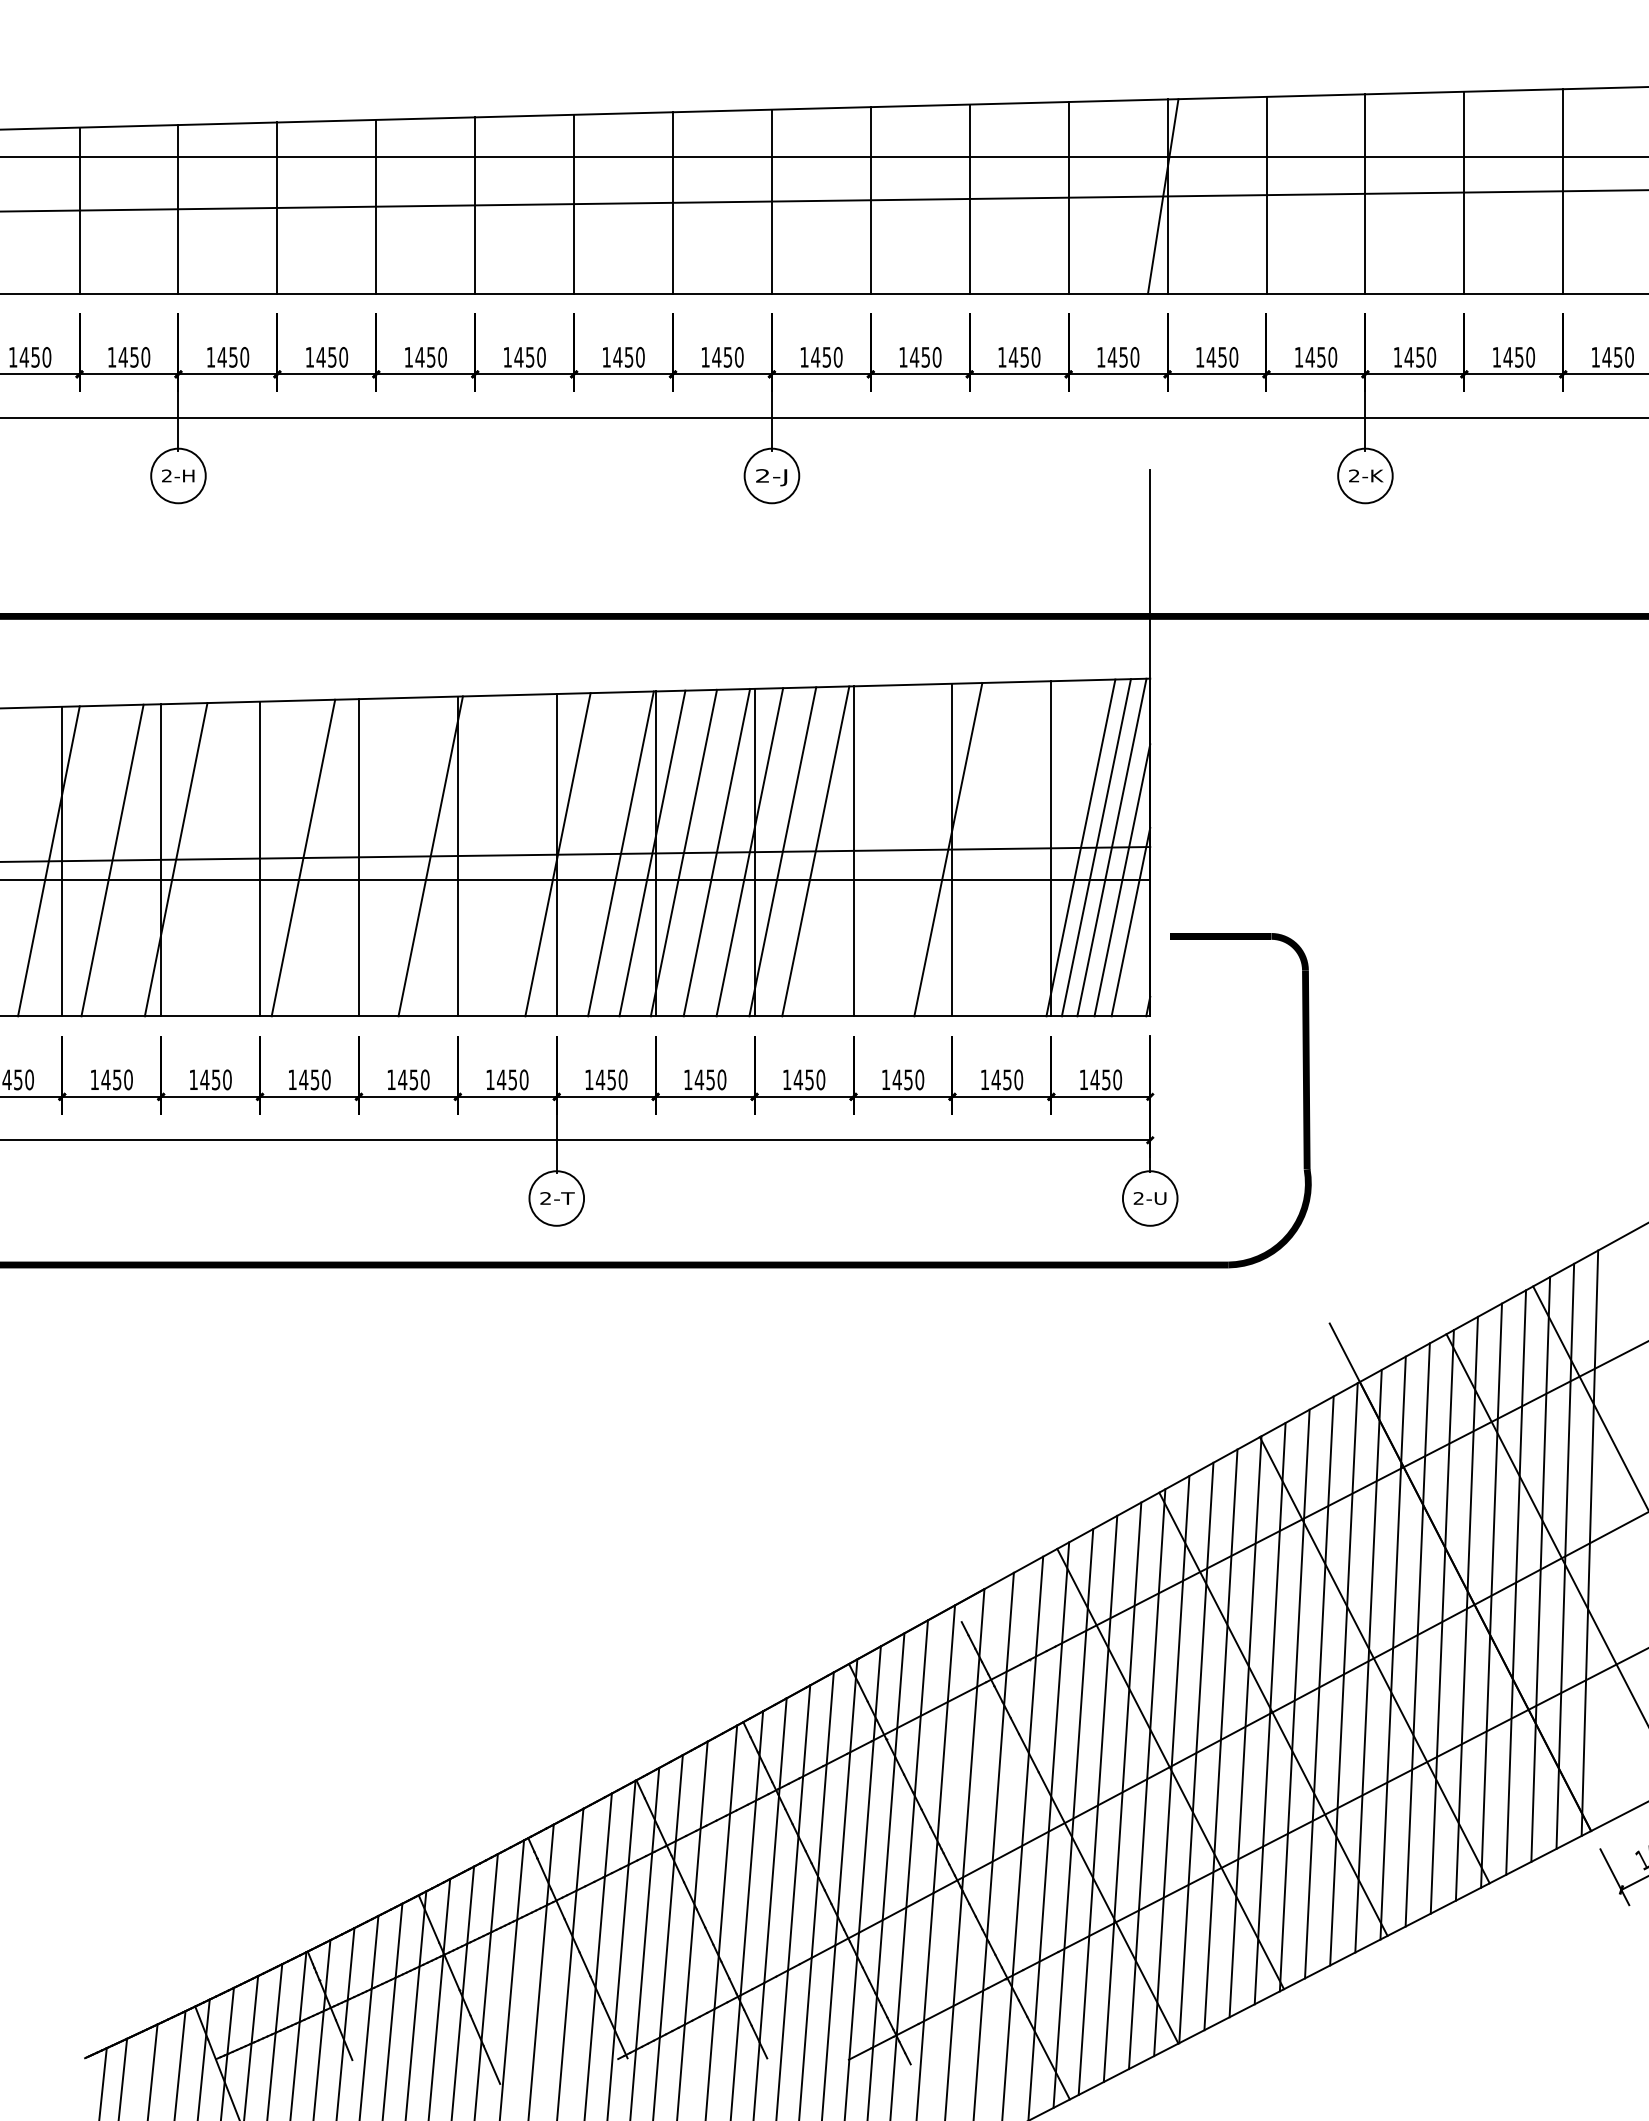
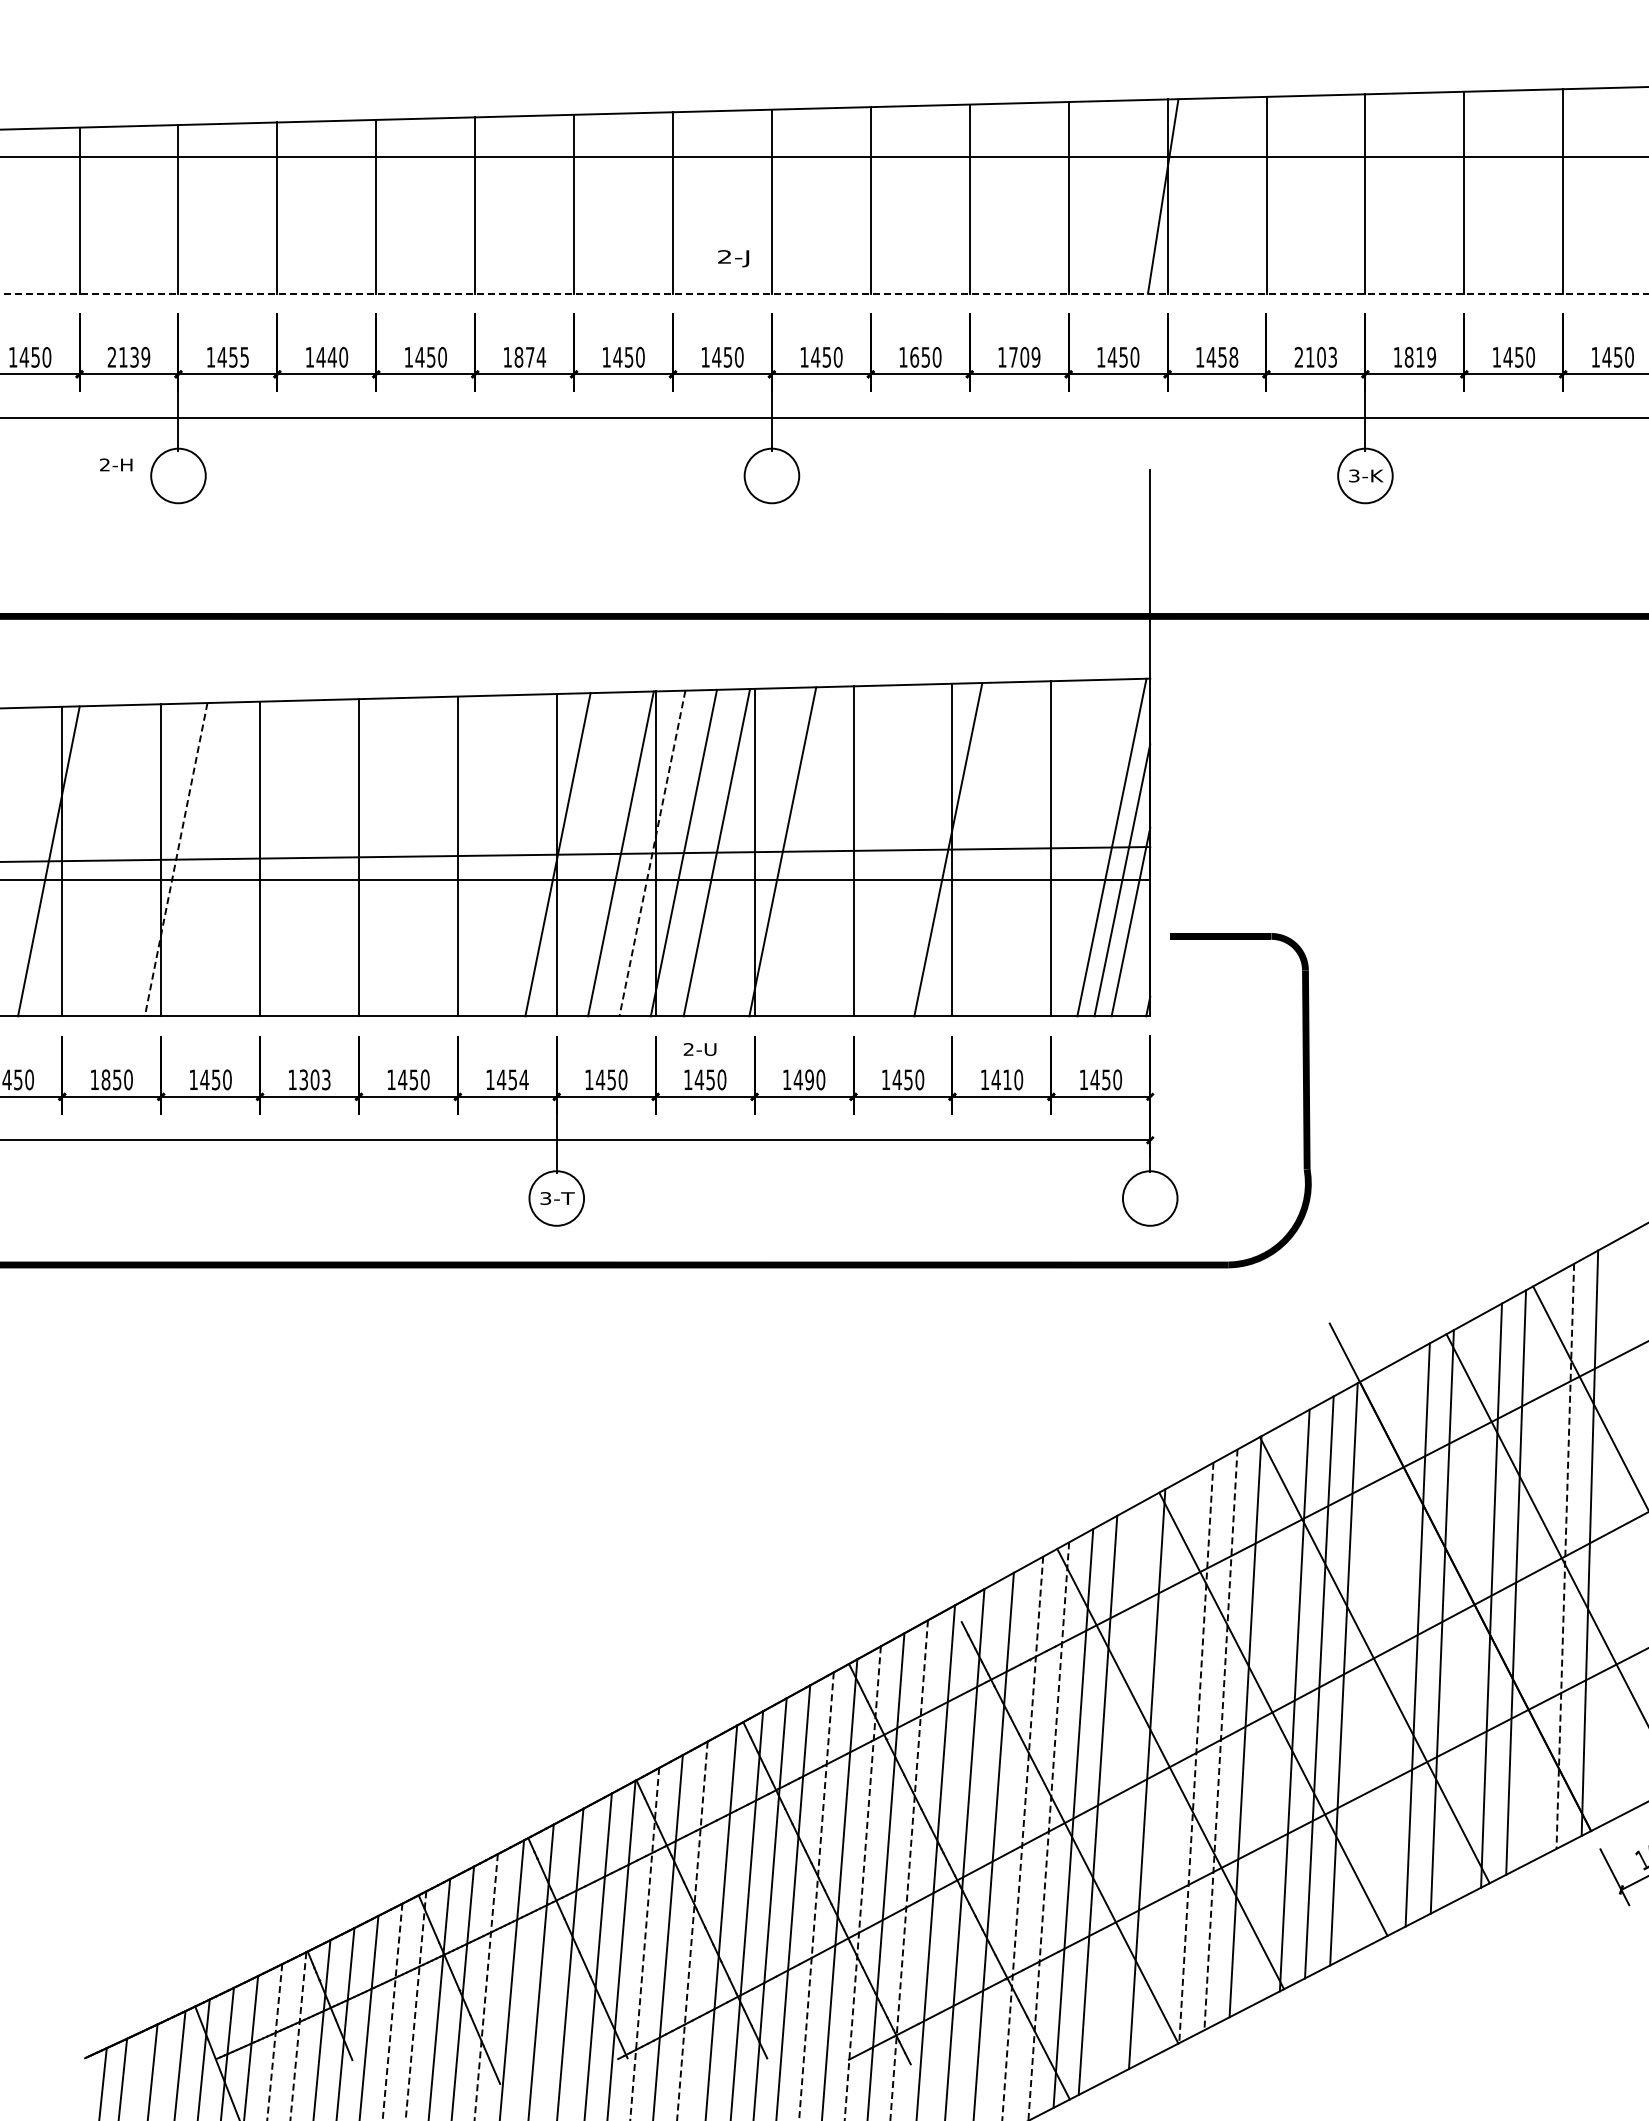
line at (823, 200): present -> none
line at (824, 293): solid -> dashed
text at (128, 356): 1450 -> 2139
text at (530, 356): 1450 -> 1874
text at (914, 356): 1450 -> 1650
text at (1315, 356): 1450 -> 2103
text at (1419, 356): 1450 -> 1819
text at (244, 357): 1450 -> 1455
text at (331, 357): 1450 -> 1440
text at (1024, 357): 1450 -> 1709
text at (1233, 357): 1450 -> 1458
text at (178, 475) position: (178, 475) -> (116, 464)
text at (1354, 475): 2-K -> 3-K
text at (771, 477) position: (771, 477) -> (733, 258)
line at (1080, 847): present -> none
line at (1095, 847): present -> none
line at (815, 851): present -> none
line at (749, 852): present -> none
line at (652, 853): solid -> dashed
line at (430, 856): present -> none
line at (303, 857): present -> none
line at (176, 859): solid -> dashed
line at (112, 860): present -> none
text at (105, 1079): 1450 -> 1850
text at (314, 1079): 1450 -> 1303
text at (523, 1079): 1450 -> 1454
text at (809, 1079): 1450 -> 1490
text at (1007, 1079): 1450 -> 1410
text at (545, 1198): 2-T -> 3-T
text at (1149, 1198) position: (1149, 1198) -> (699, 1049)
line at (1565, 1556): solid -> dashed
line at (1540, 1569): present -> none
line at (1466, 1608): present -> none
line at (1392, 1647): present -> none
line at (1368, 1660): present -> none
line at (1269, 1713): present -> none
line at (1220, 1739): solid -> dashed
line at (1196, 1752): solid -> dashed
line at (1171, 1766): present -> none
line at (1122, 1792): present -> none
line at (1048, 1831): solid -> dashed
line at (1022, 1838): solid -> dashed
line at (909, 1870): solid -> dashed
line at (862, 1883): solid -> dashed
line at (816, 1896): solid -> dashed
line at (692, 1930): solid -> dashed
line at (644, 1944): solid -> dashed
line at (486, 1987): solid -> dashed
line at (415, 2005): solid -> dashed
line at (392, 2012): solid -> dashed
line at (298, 2036): solid -> dashed
line at (274, 2042): solid -> dashed
